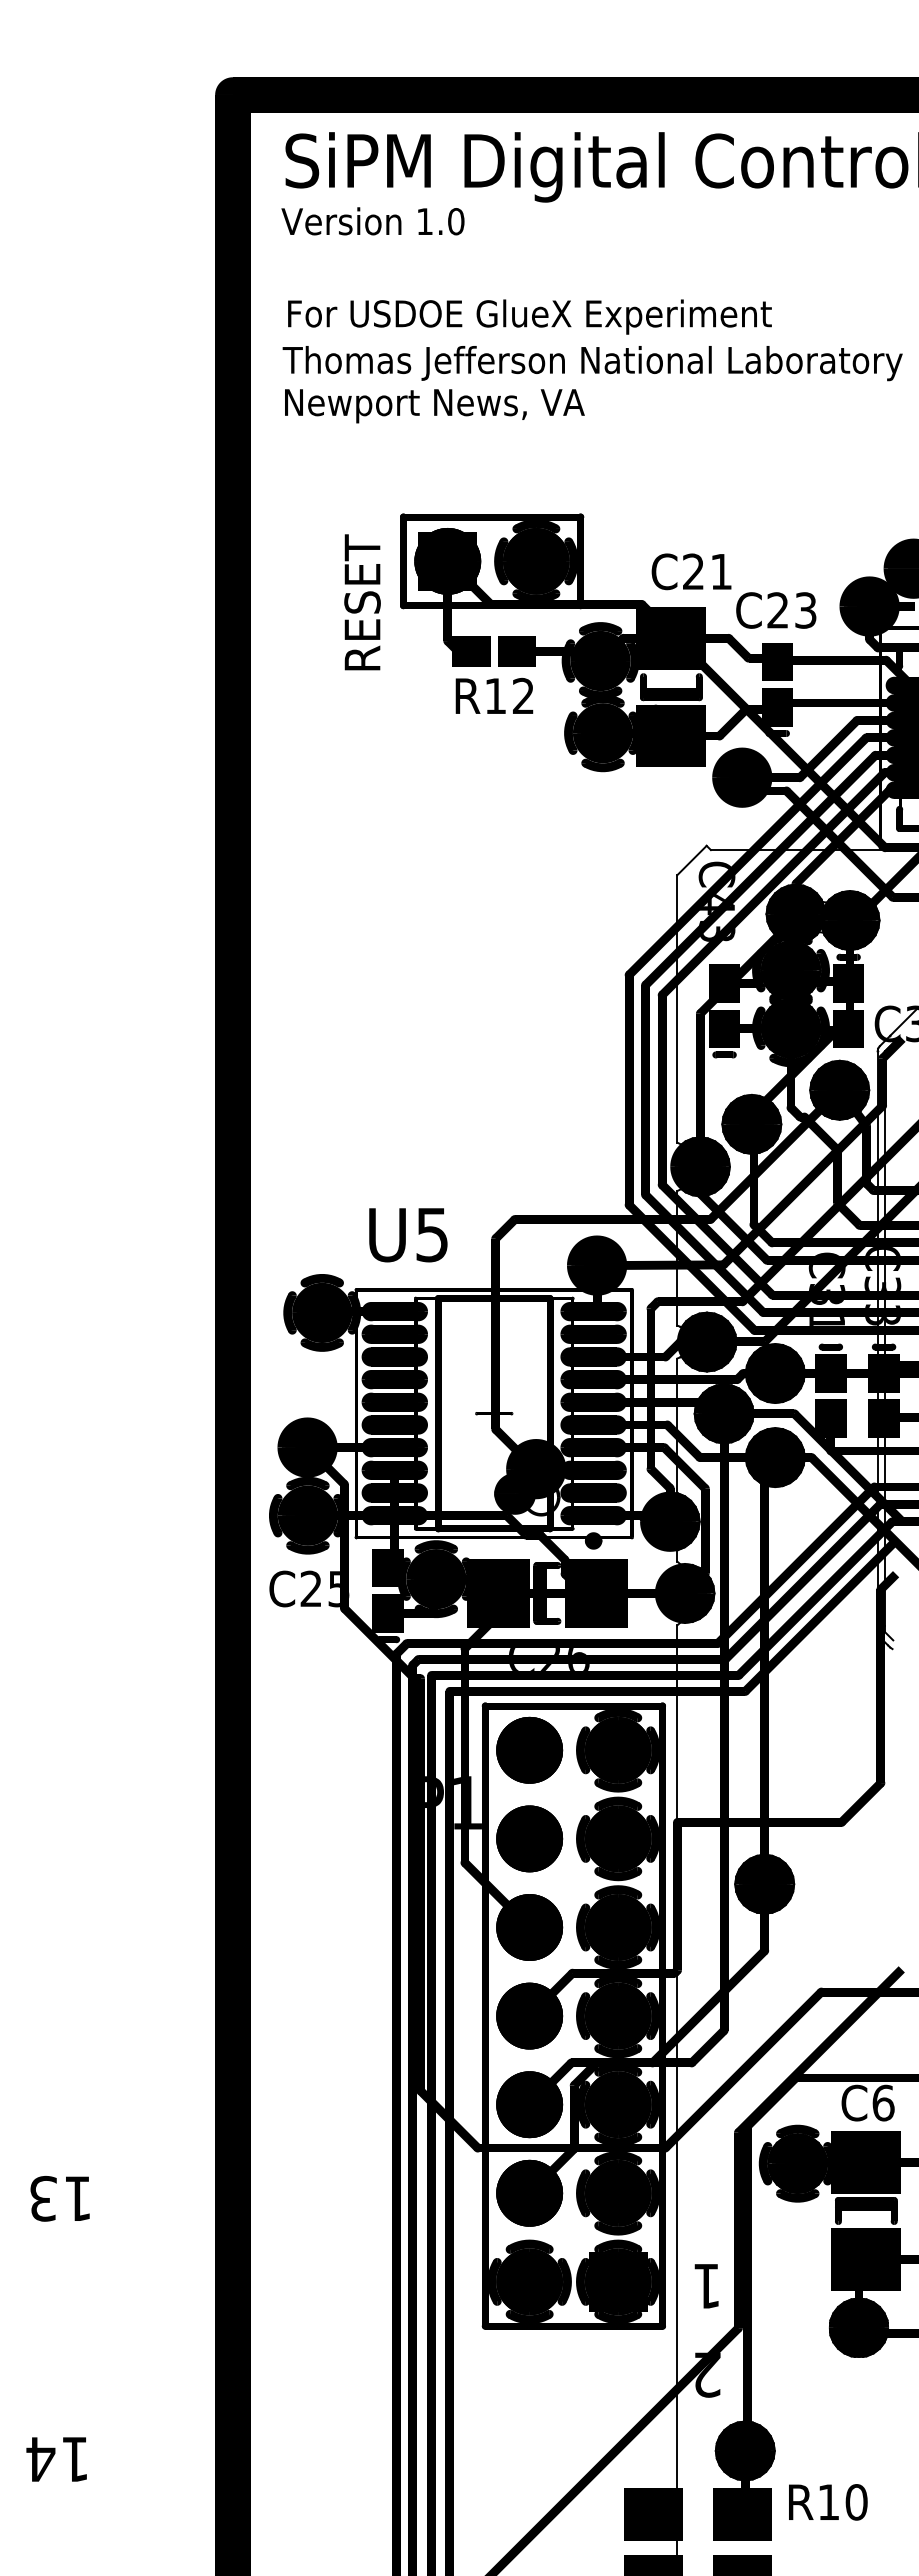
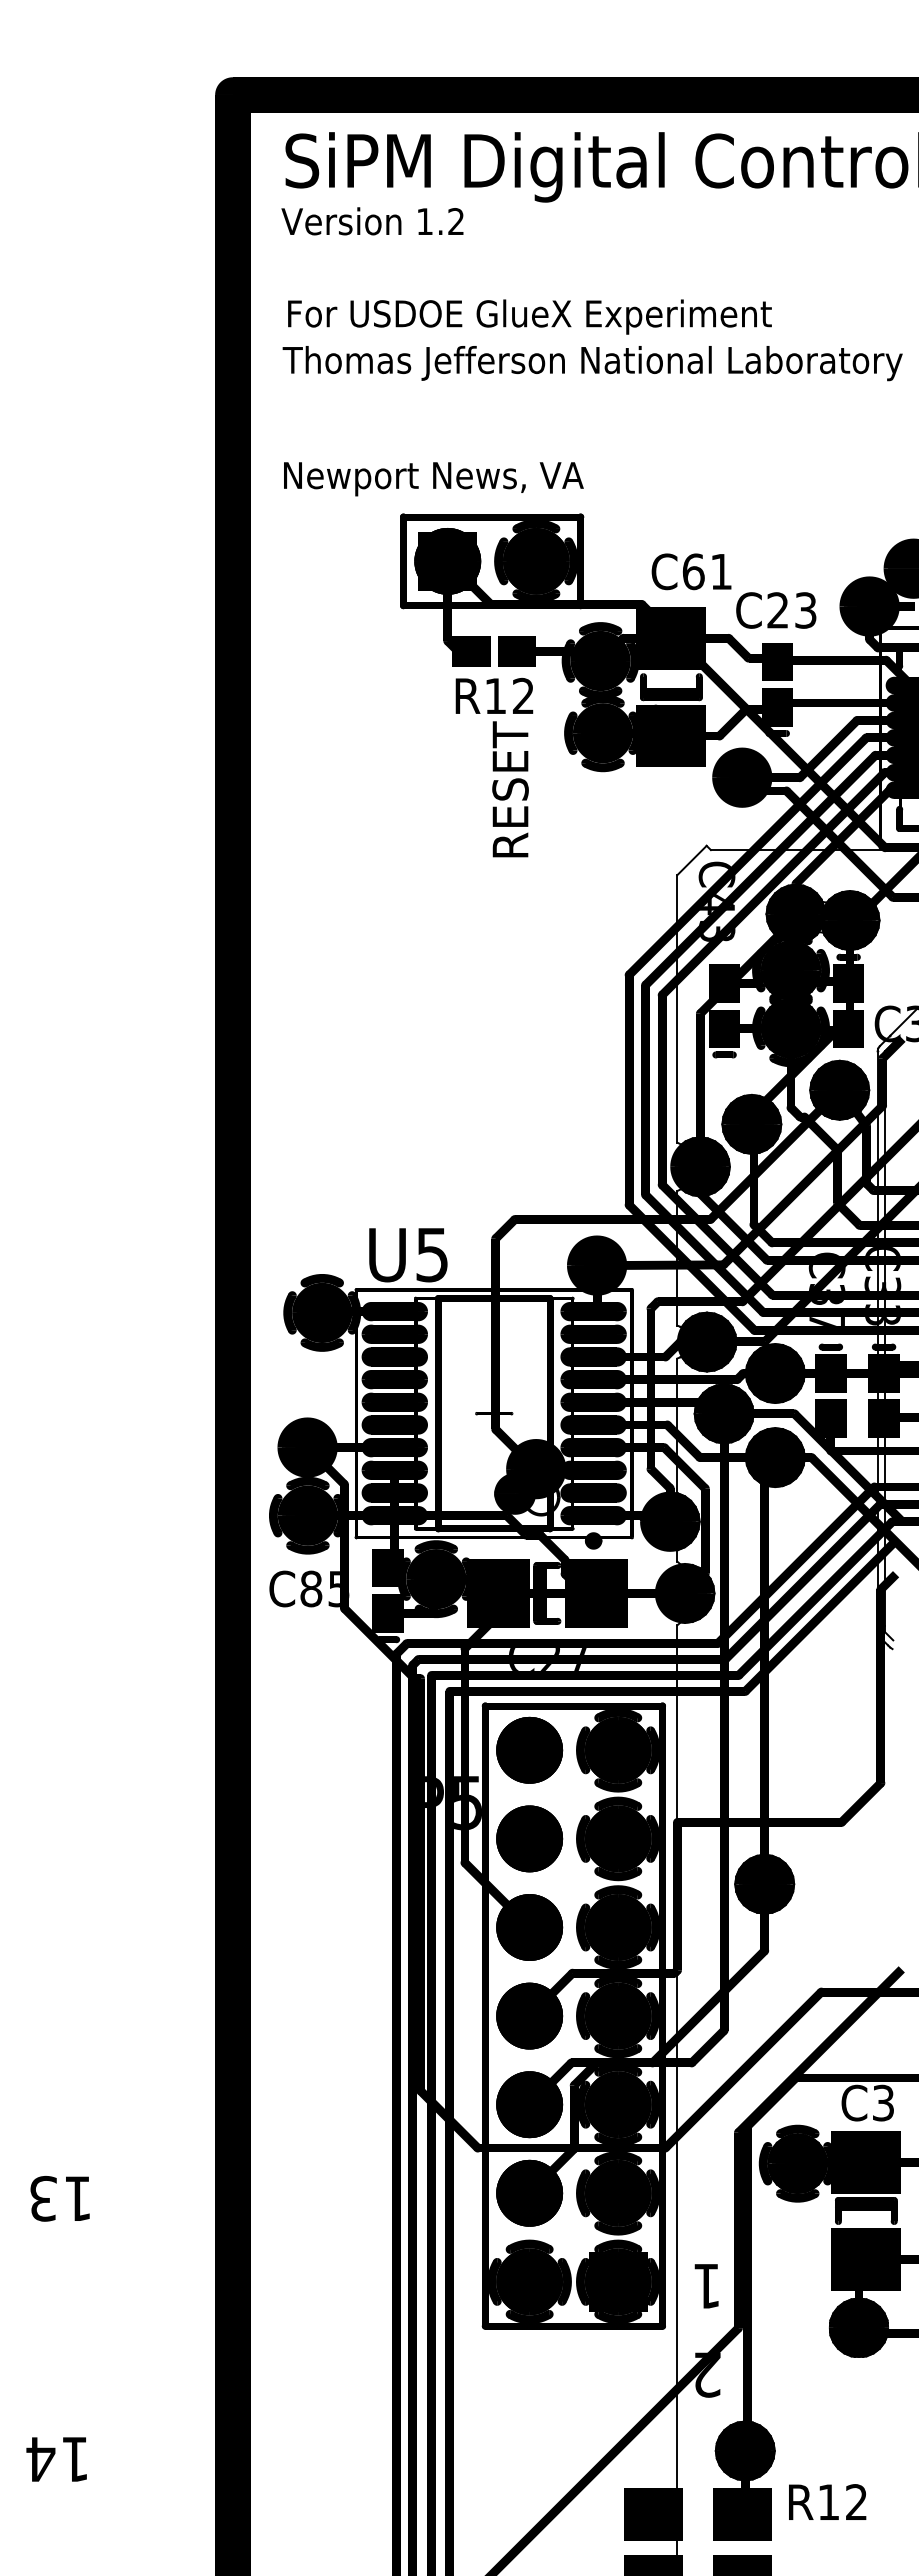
text at (456, 221): 1.0 -> 1.2
text at (434, 406) position: (434, 406) -> (433, 479)
text at (693, 571): C21 -> C61
text at (362, 602) position: (362, 602) -> (510, 789)
text at (408, 1235) position: (408, 1235) -> (408, 1255)
text at (826, 1321): C31 -> C37
text at (311, 1588): C25 -> C85
text at (578, 1659): C26 -> C27
text at (467, 1803): P1 -> P5
text at (883, 2102): C6 -> C3
text at (856, 2502): R10 -> R12
